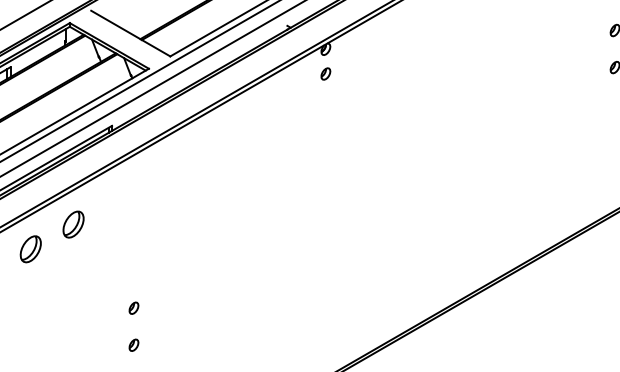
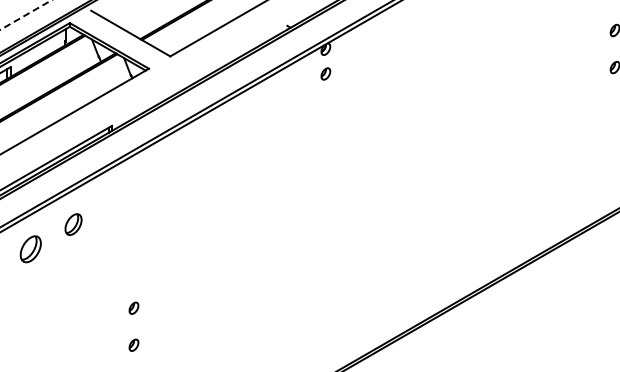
line at (26, 15): solid -> dashed
line at (139, 81): present -> none
line at (152, 88): present -> none
part at (73, 224) size: 23x29 px -> 19x23 px
